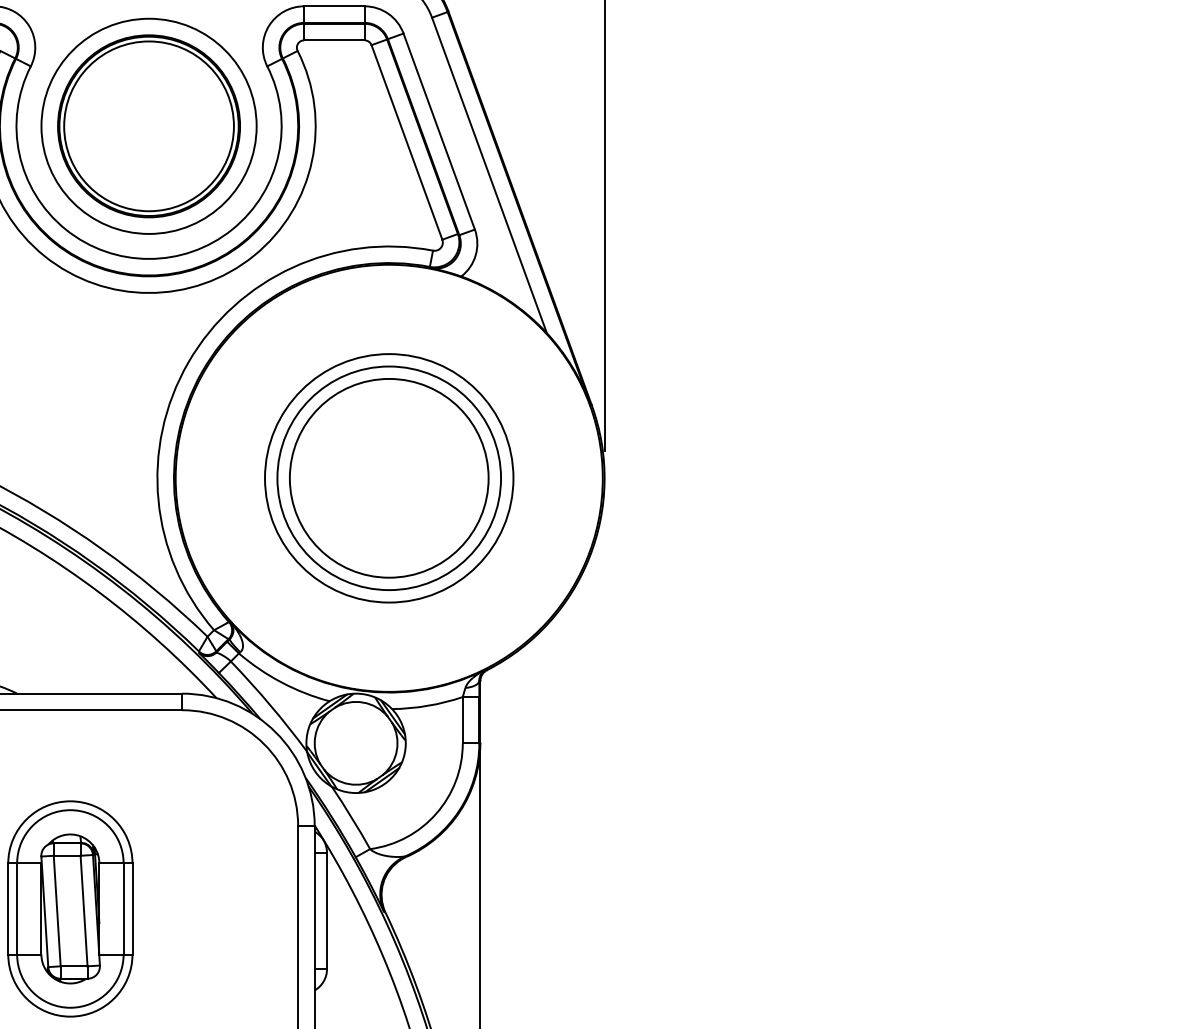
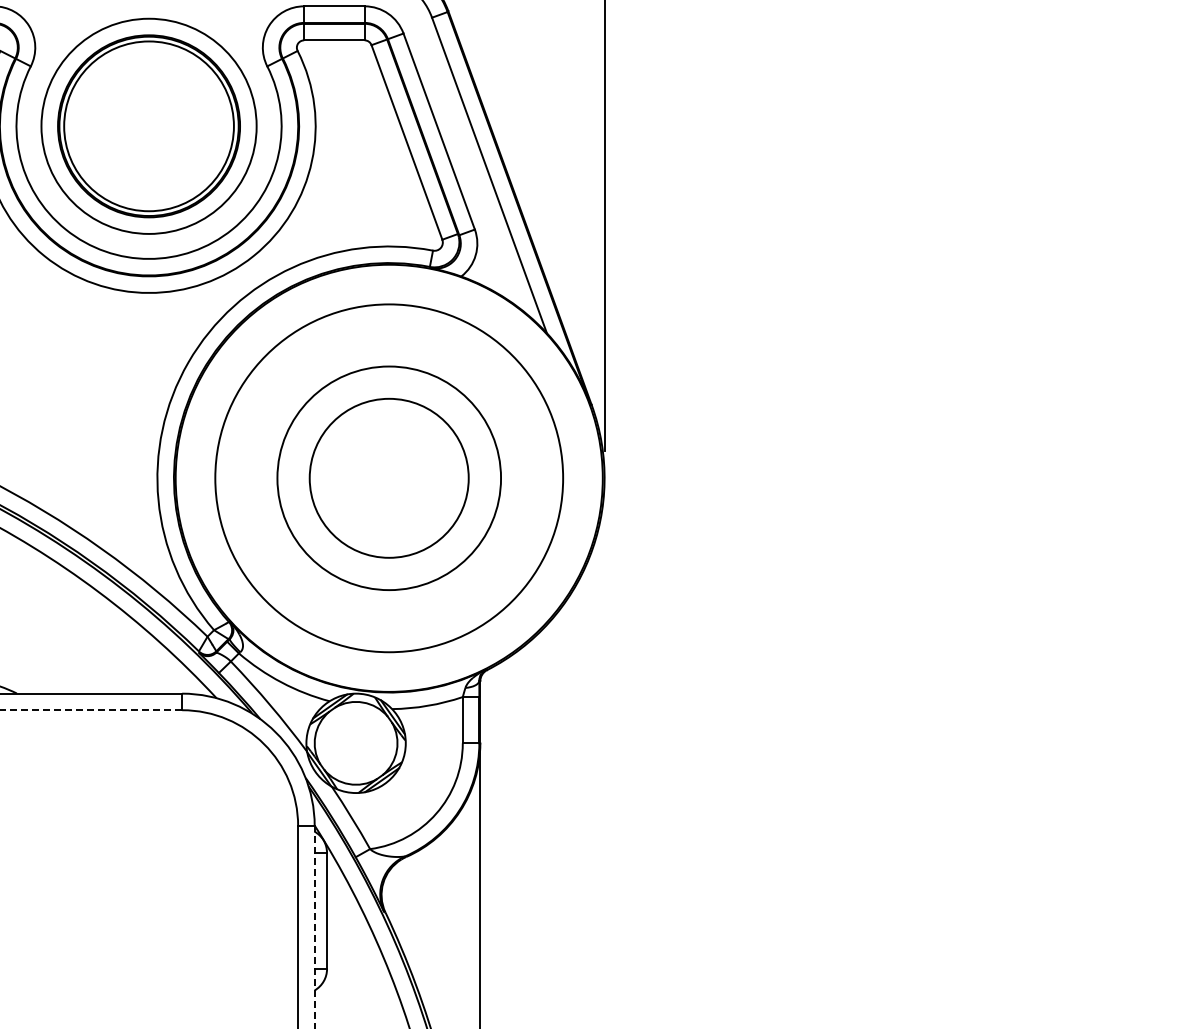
circle at (388, 477) diameter: 199 px -> 159 px
circle at (389, 478) diameter: 248 px -> 348 px
line at (91, 710): solid -> dashed
part at (70, 908): present -> none
line at (314, 926): solid -> dashed
